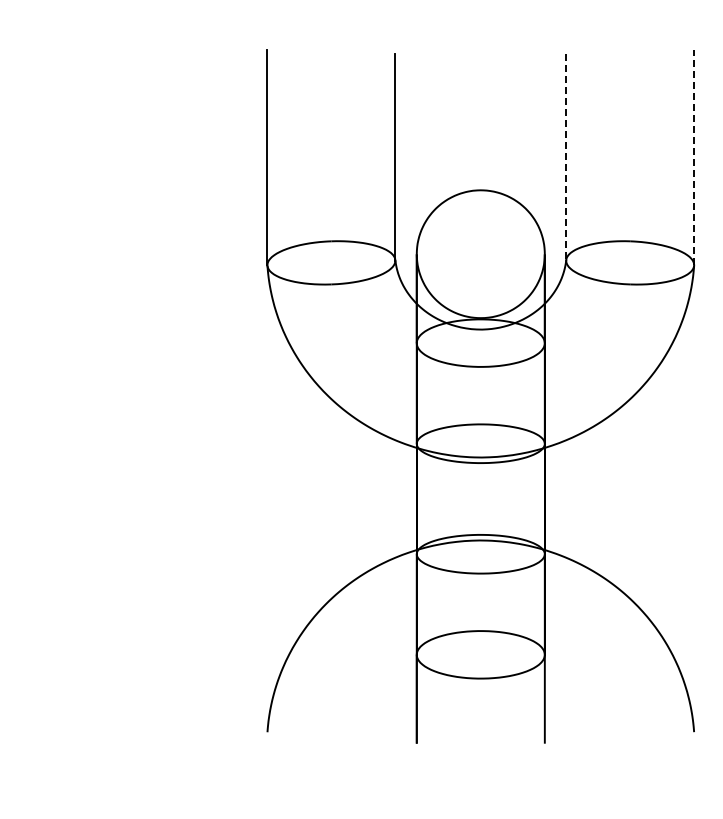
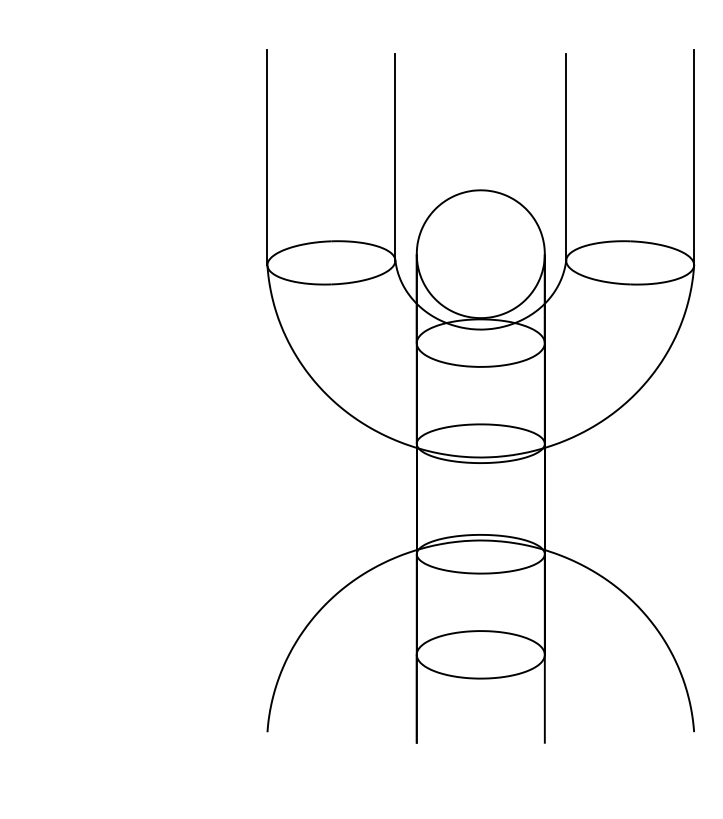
line at (566, 157): dashed -> solid
line at (694, 157): dashed -> solid
